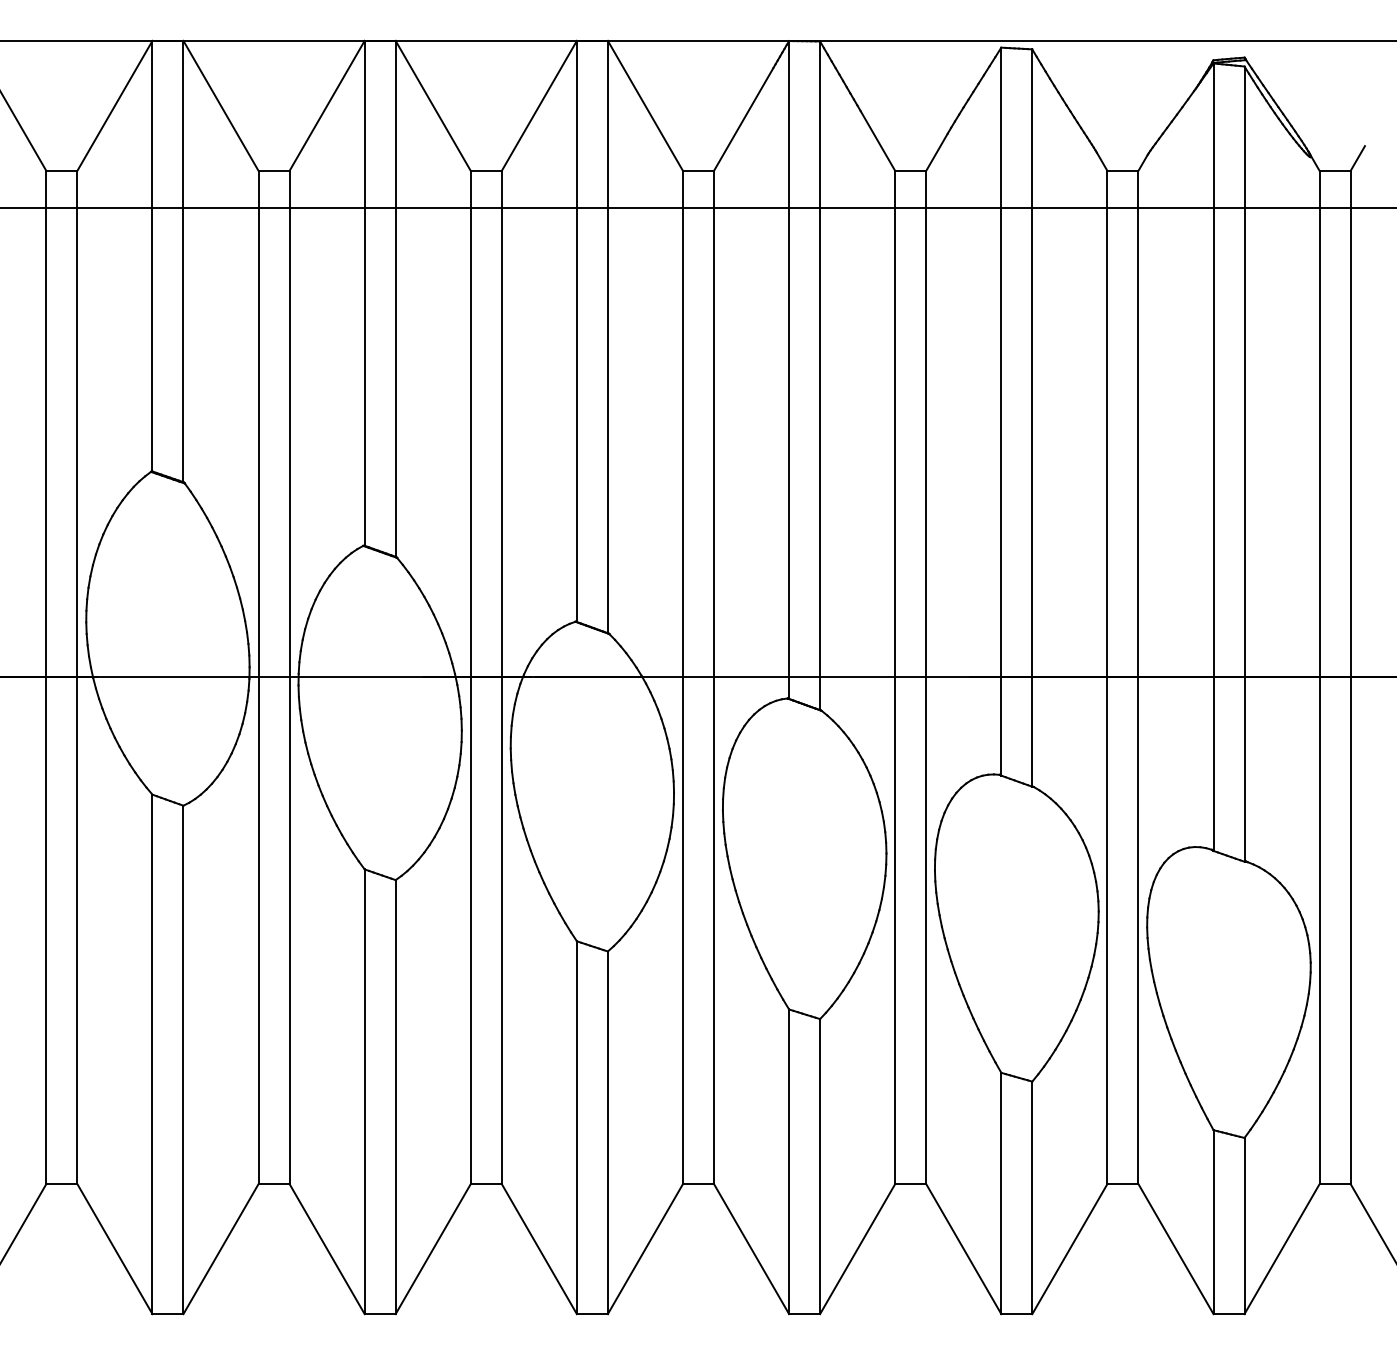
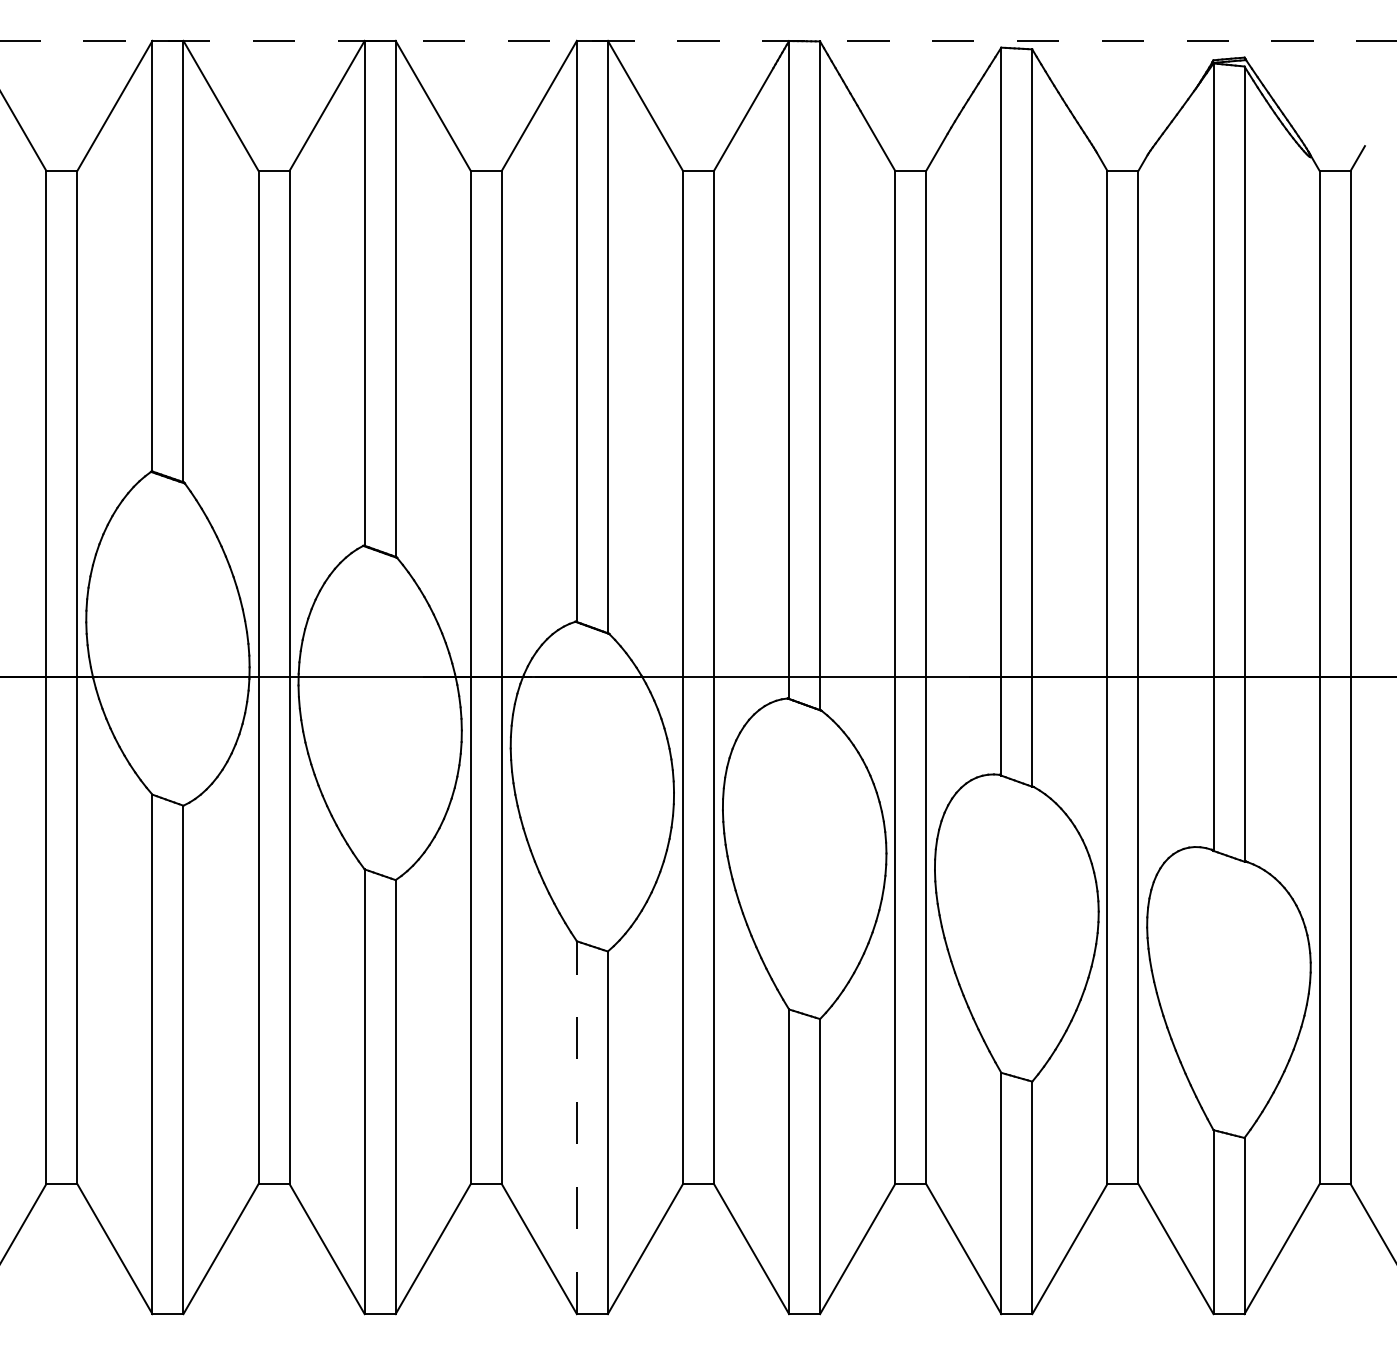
line at (698, 40): solid -> dashed
line at (697, 207): present -> none
line at (576, 1127): solid -> dashed
